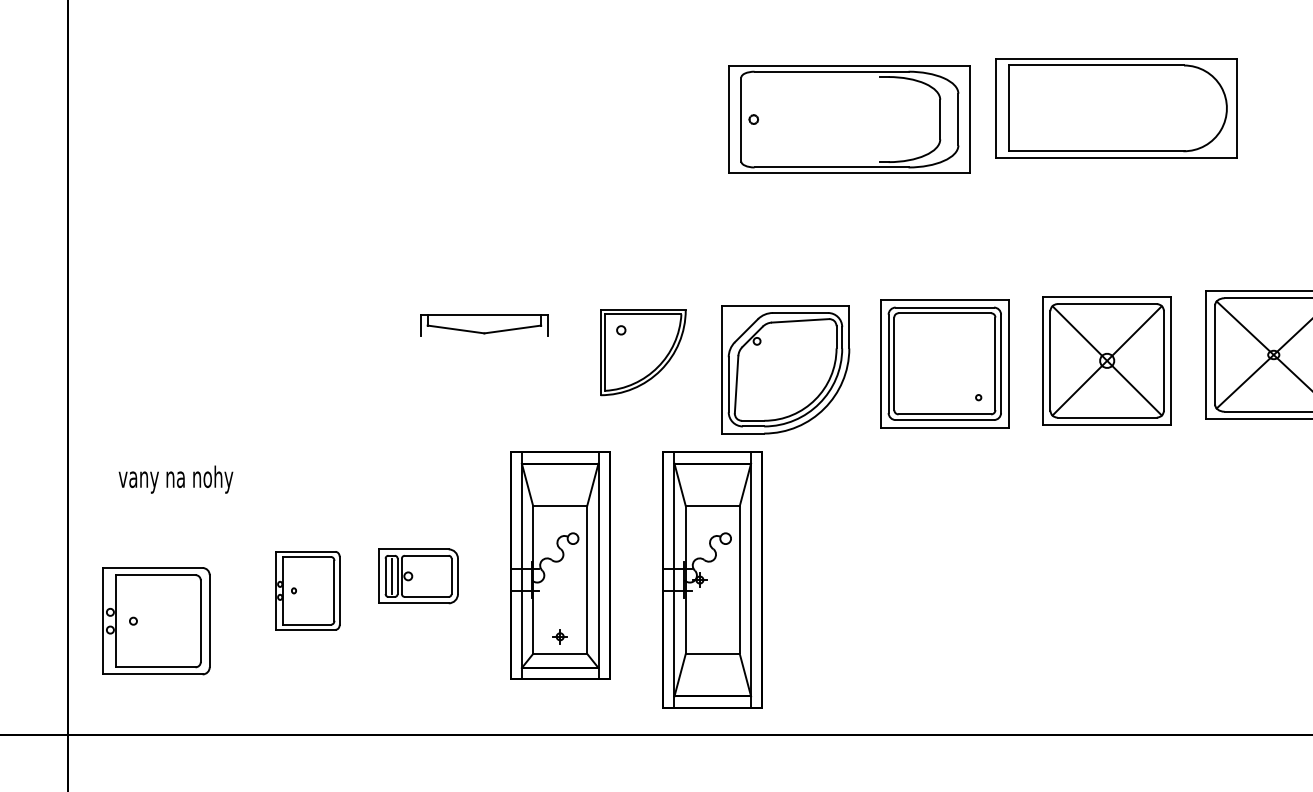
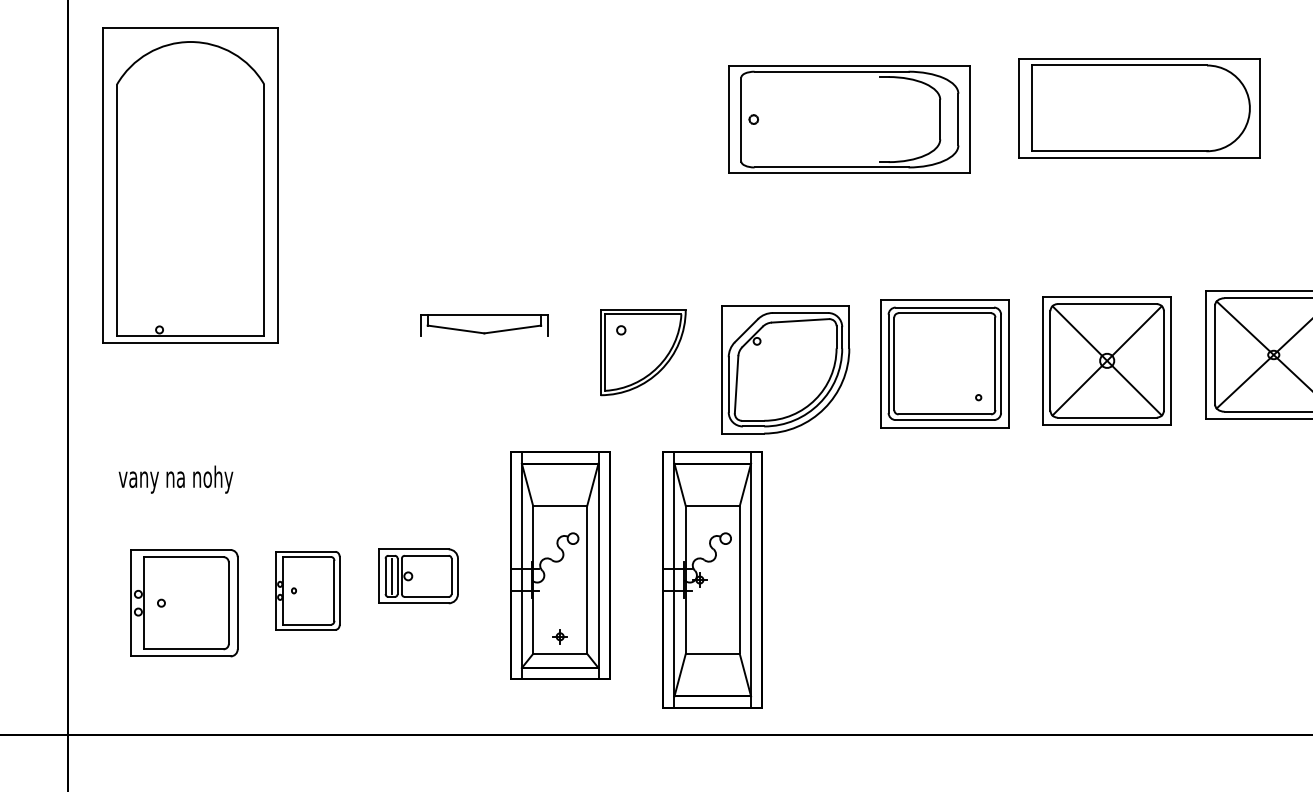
part at (1116, 108) position: (1116, 108) -> (1139, 108)
part at (190, 185): none -> present
part at (156, 621) position: (156, 621) -> (184, 603)
